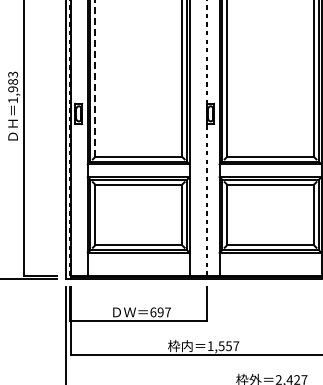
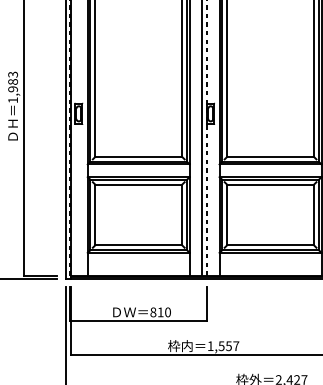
line at (95, 78): dashed -> solid
line at (202, 138): none -> present
text at (160, 312): 697 -> 810
